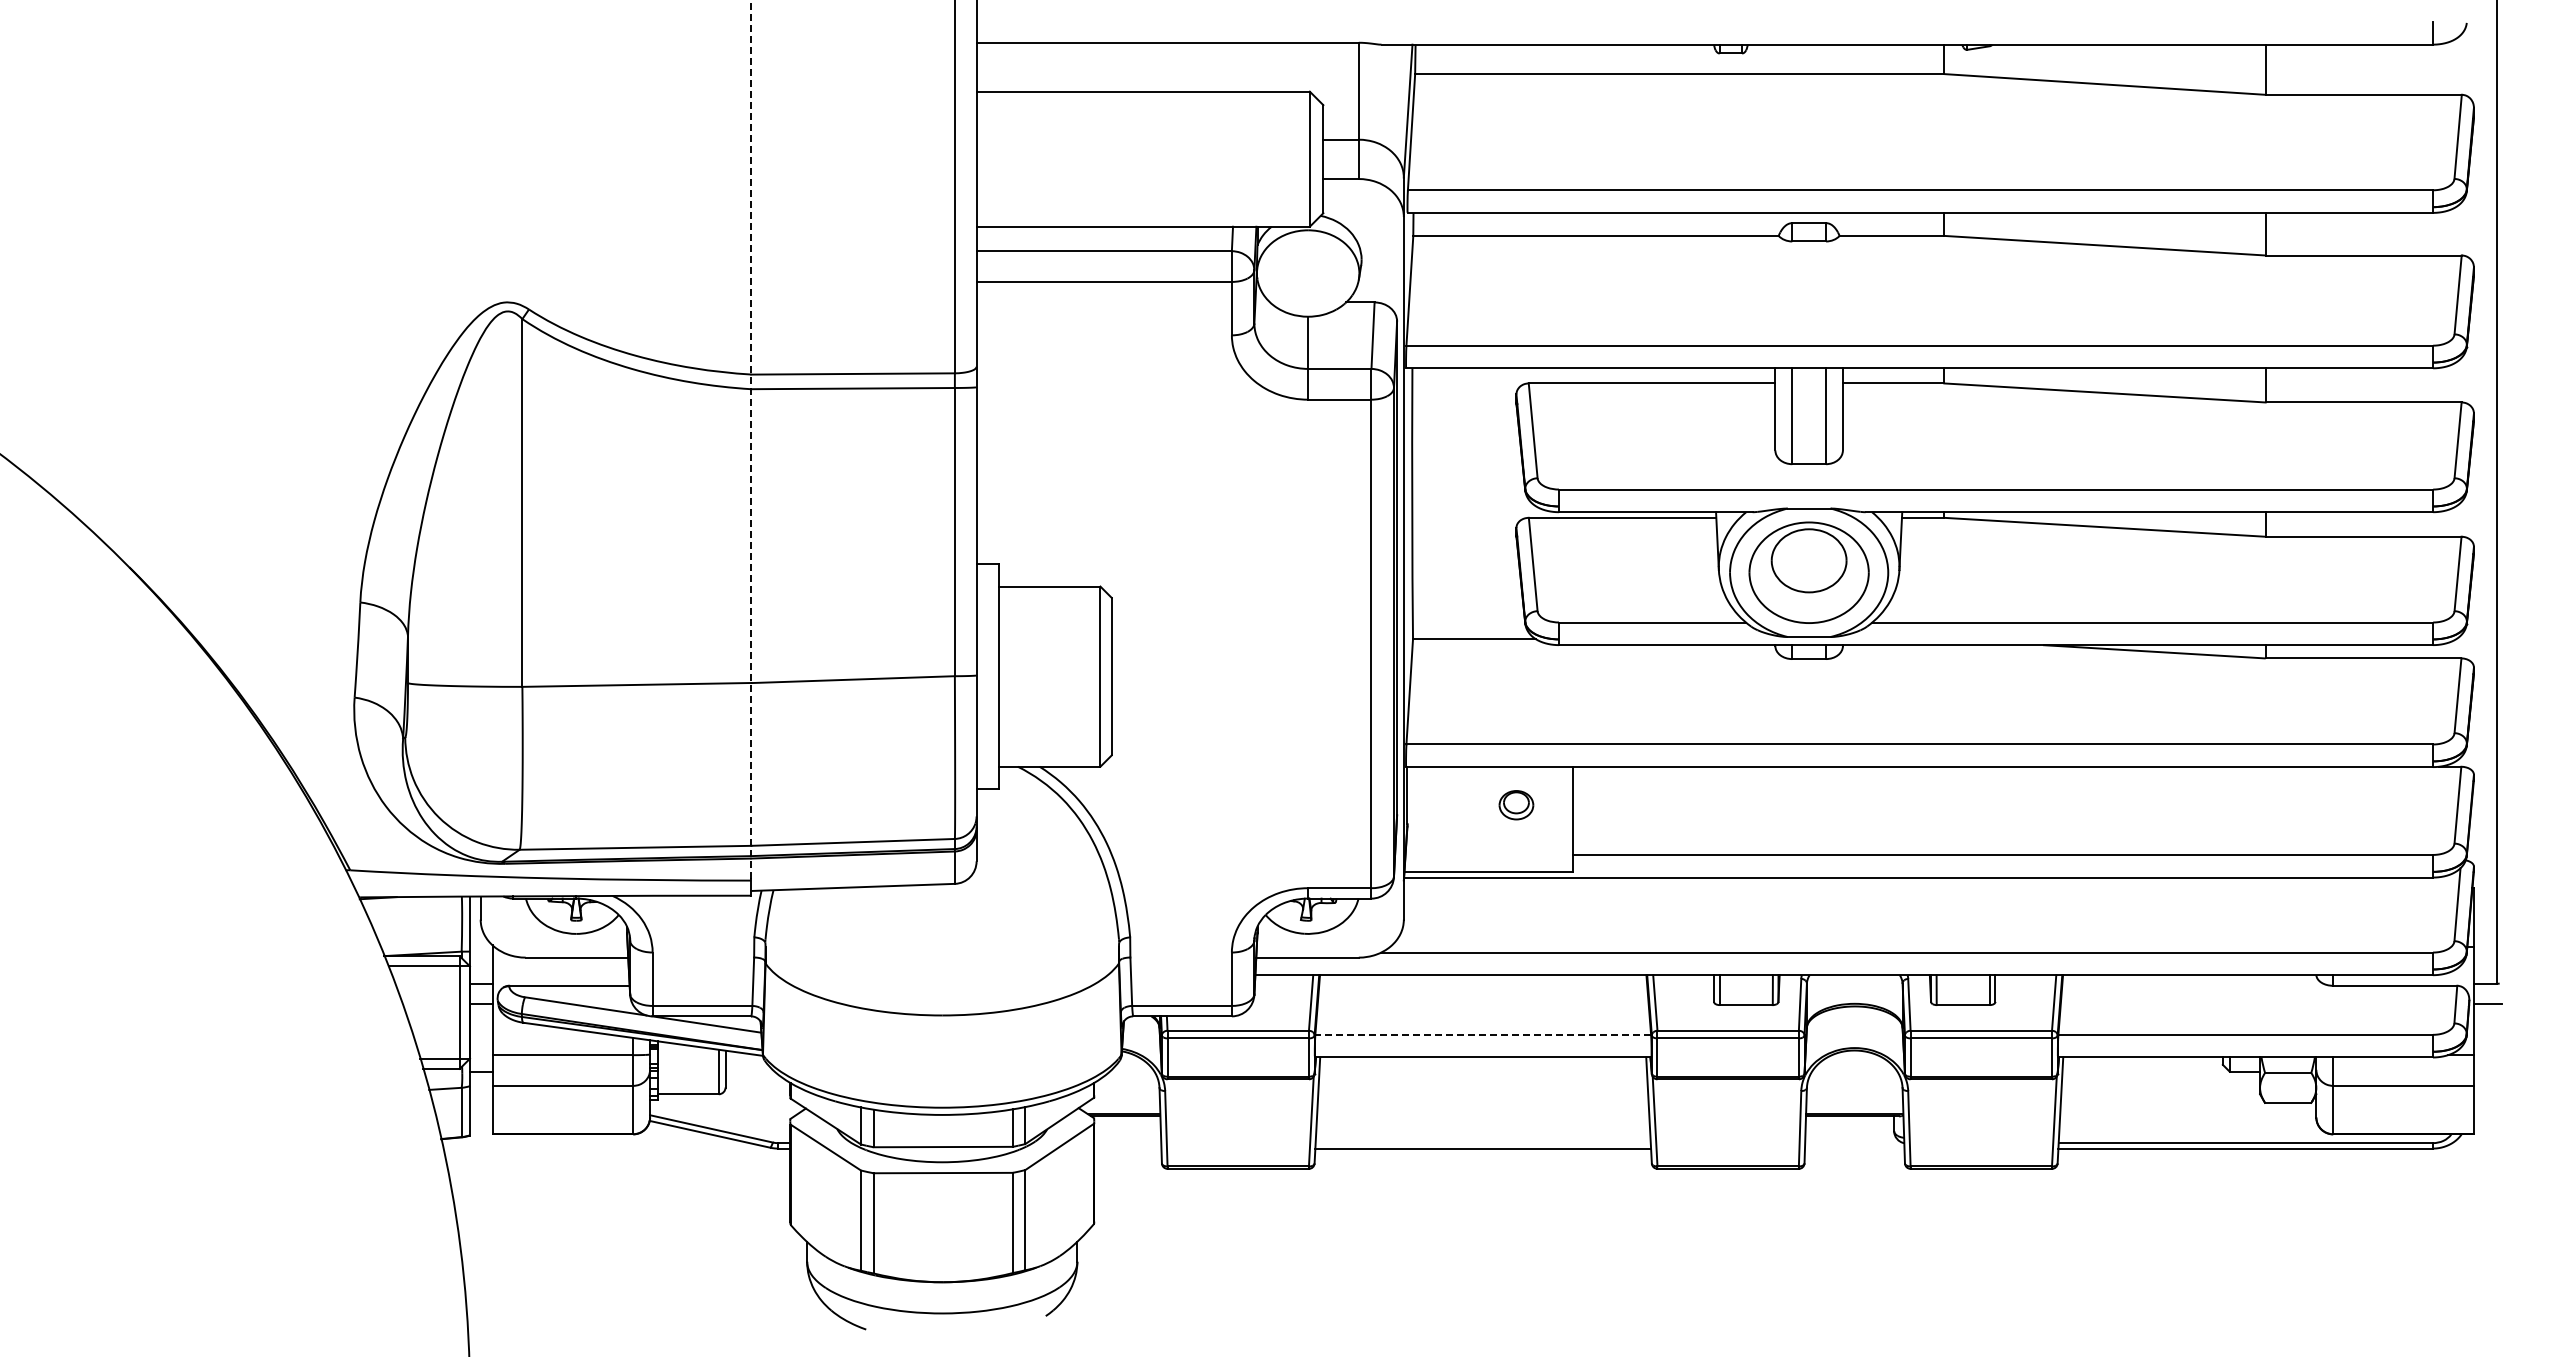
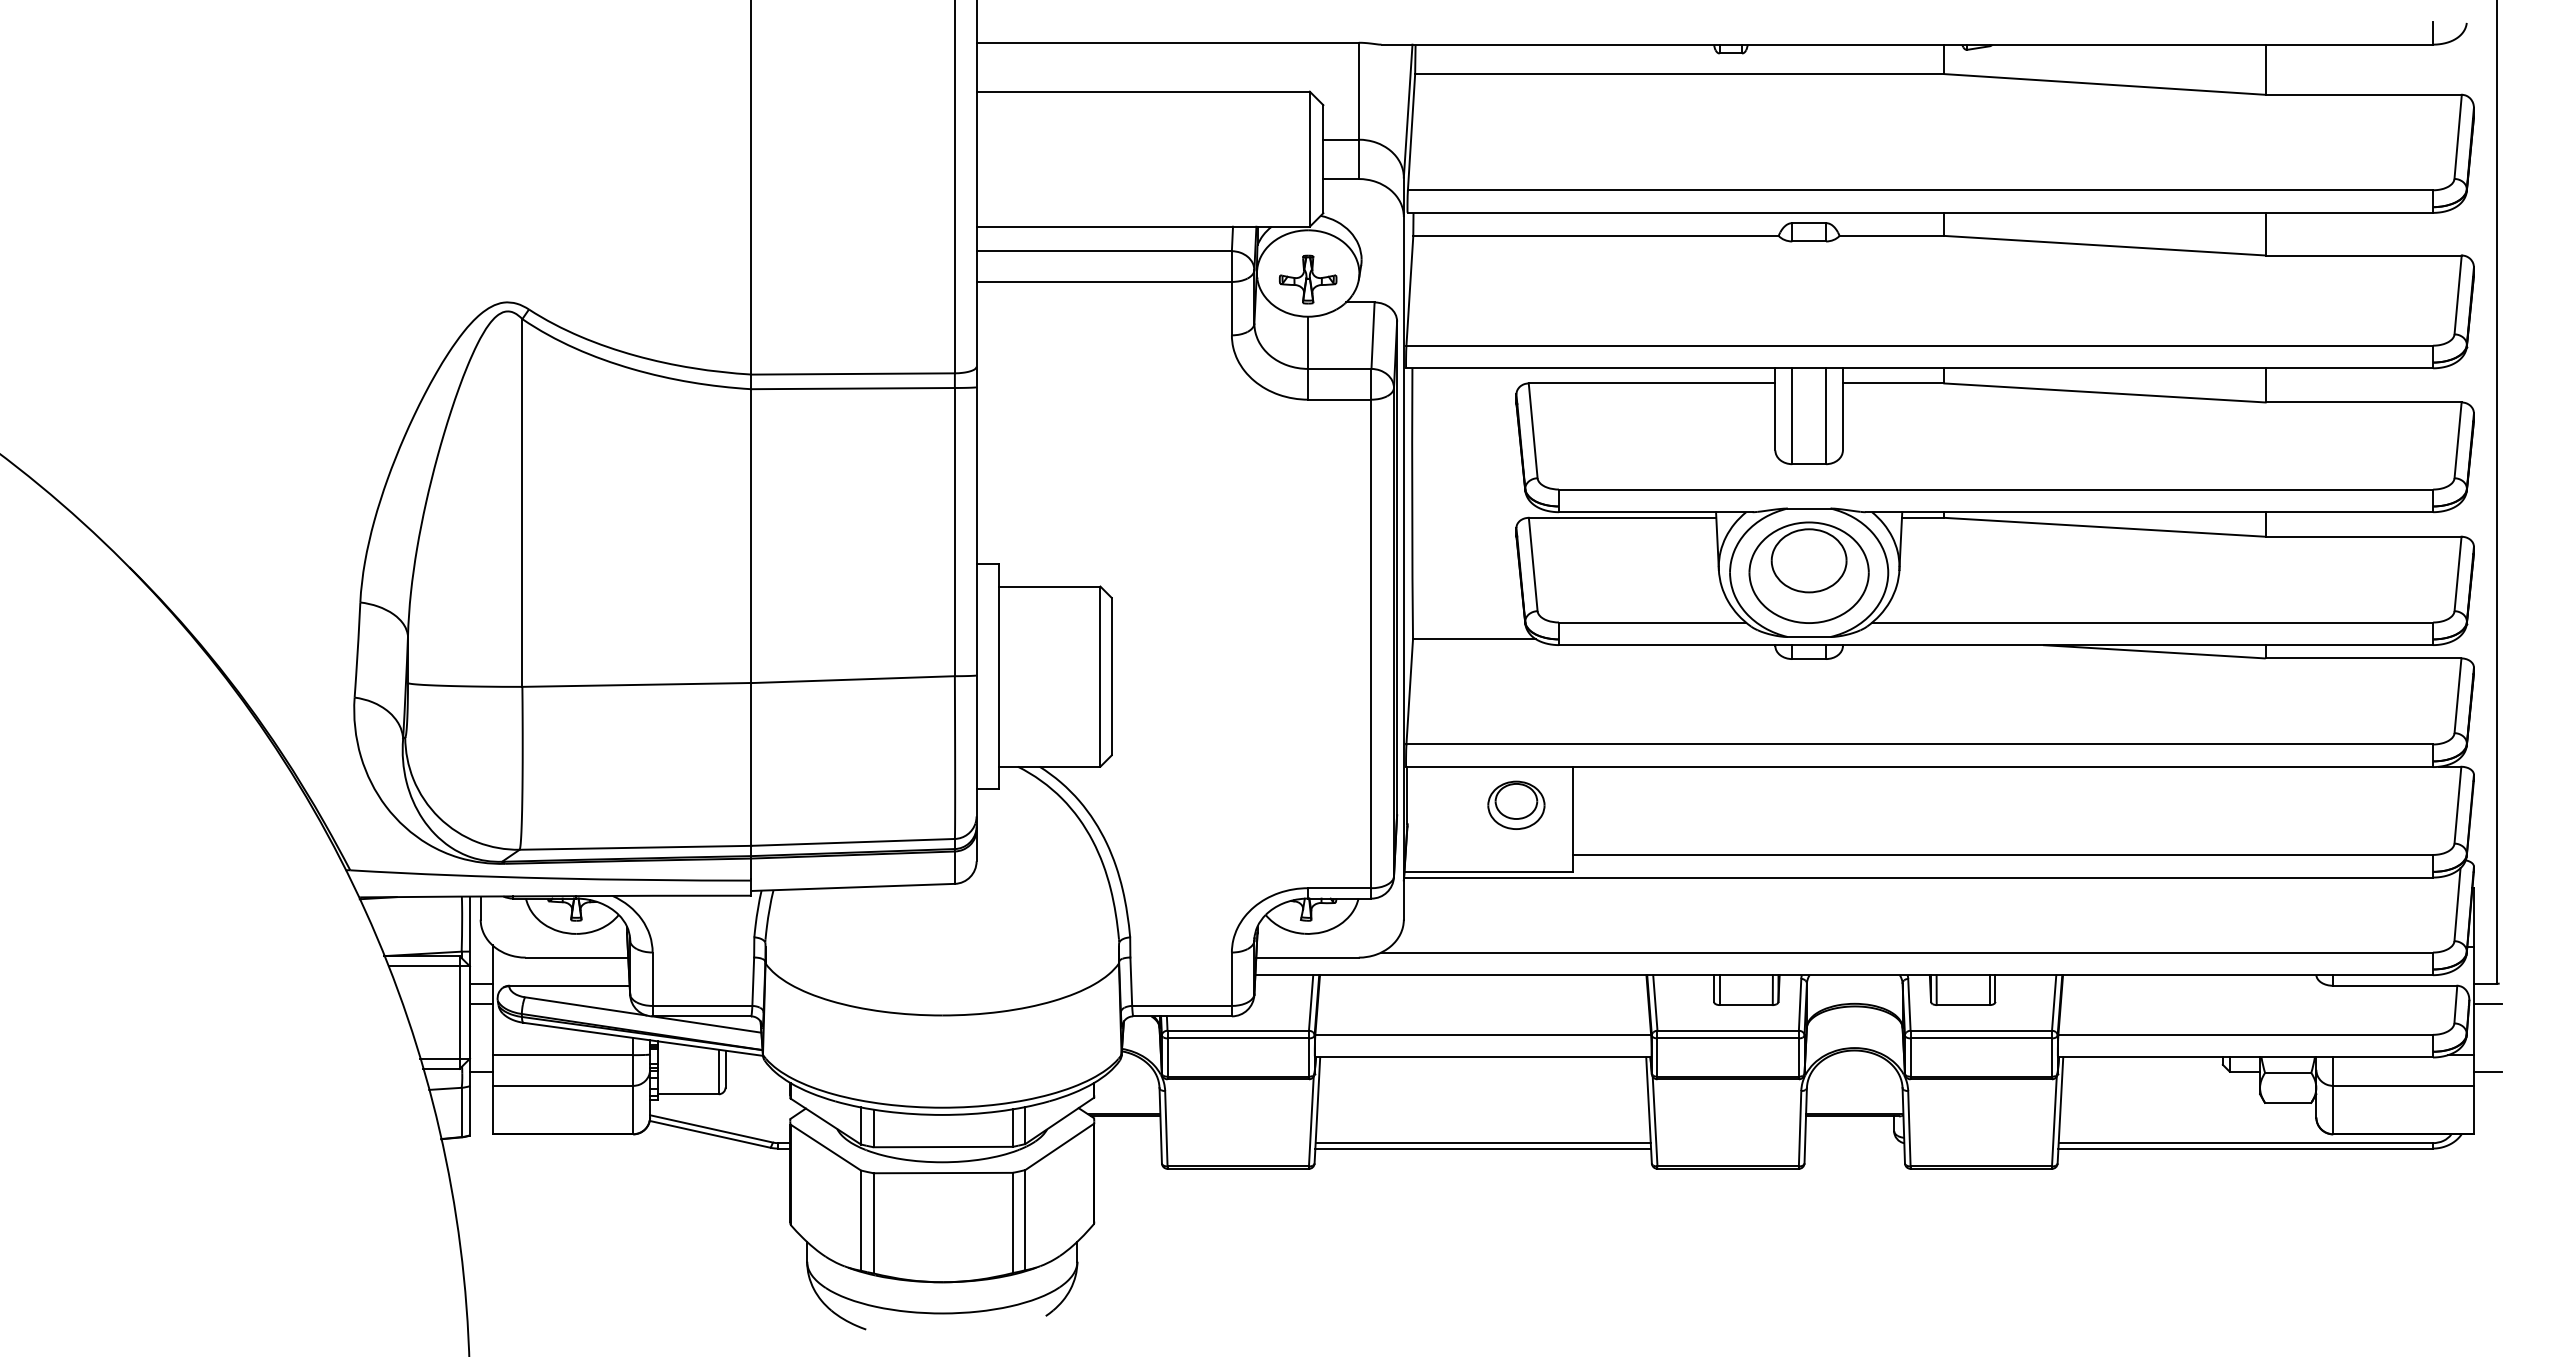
part at (1308, 279): none -> present
line at (751, 439): dashed -> solid
part at (1516, 805) size: 37x31 px -> 59x50 px
line at (1483, 1034): dashed -> solid
line at (2487, 1071): none -> present
line at (1482, 1143): none -> present
